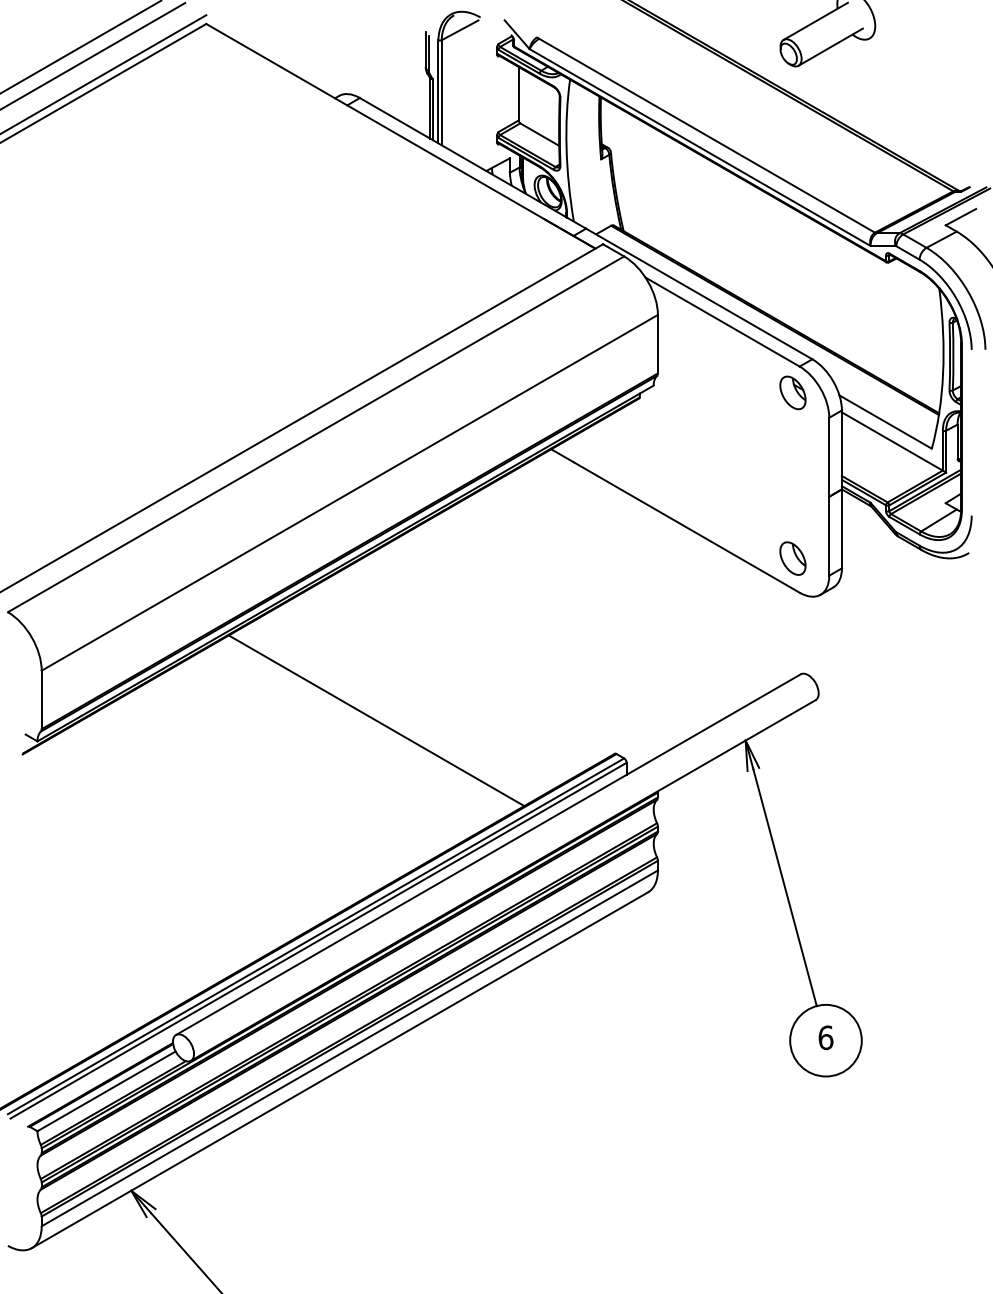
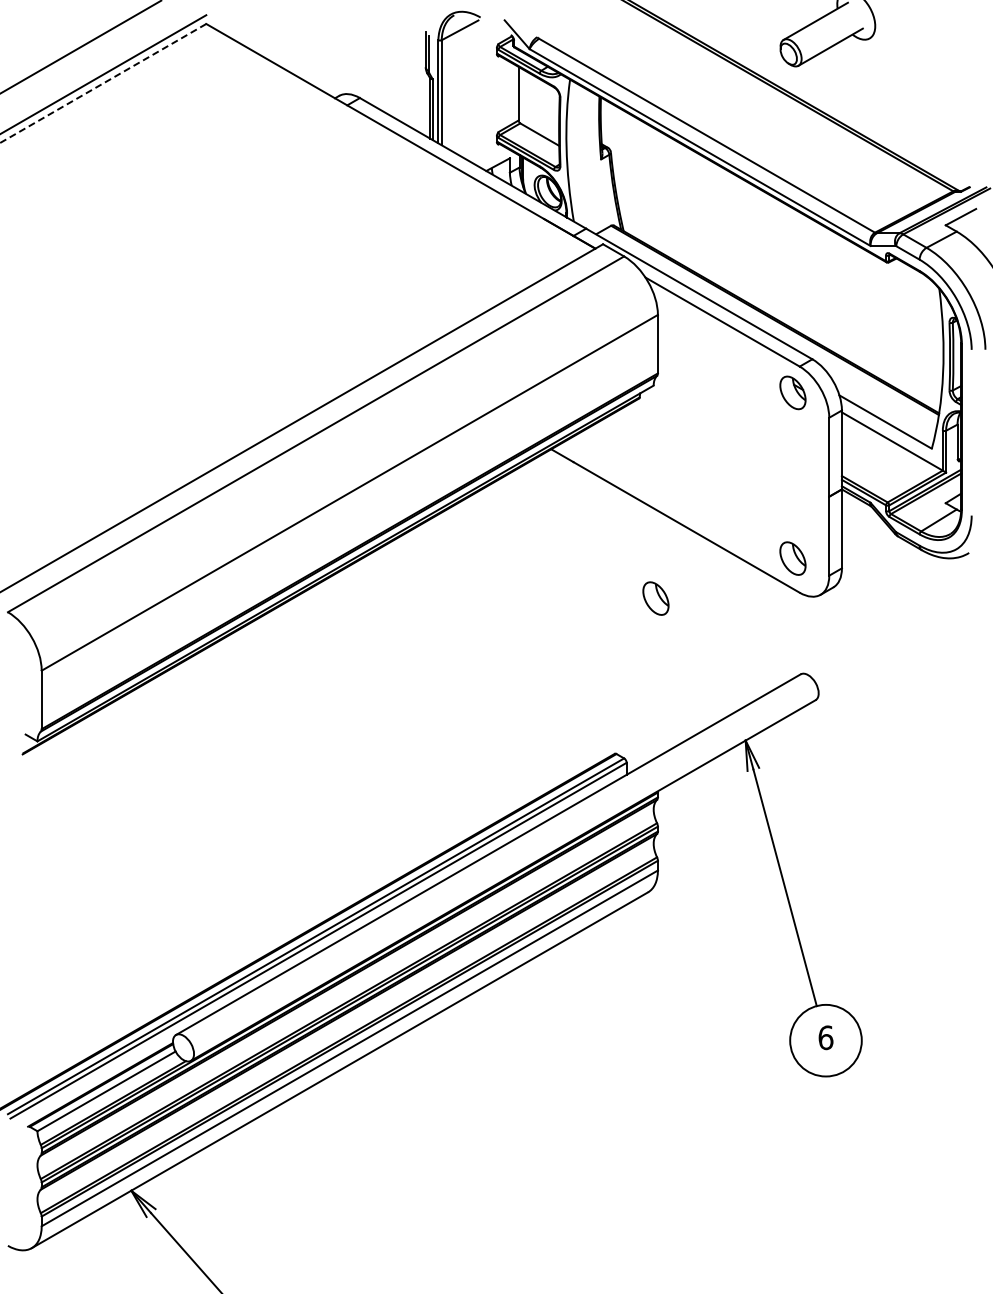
line at (93, 55): present -> none
line at (103, 83): solid -> dashed
part at (655, 598): none -> present
line at (376, 720): present -> none
